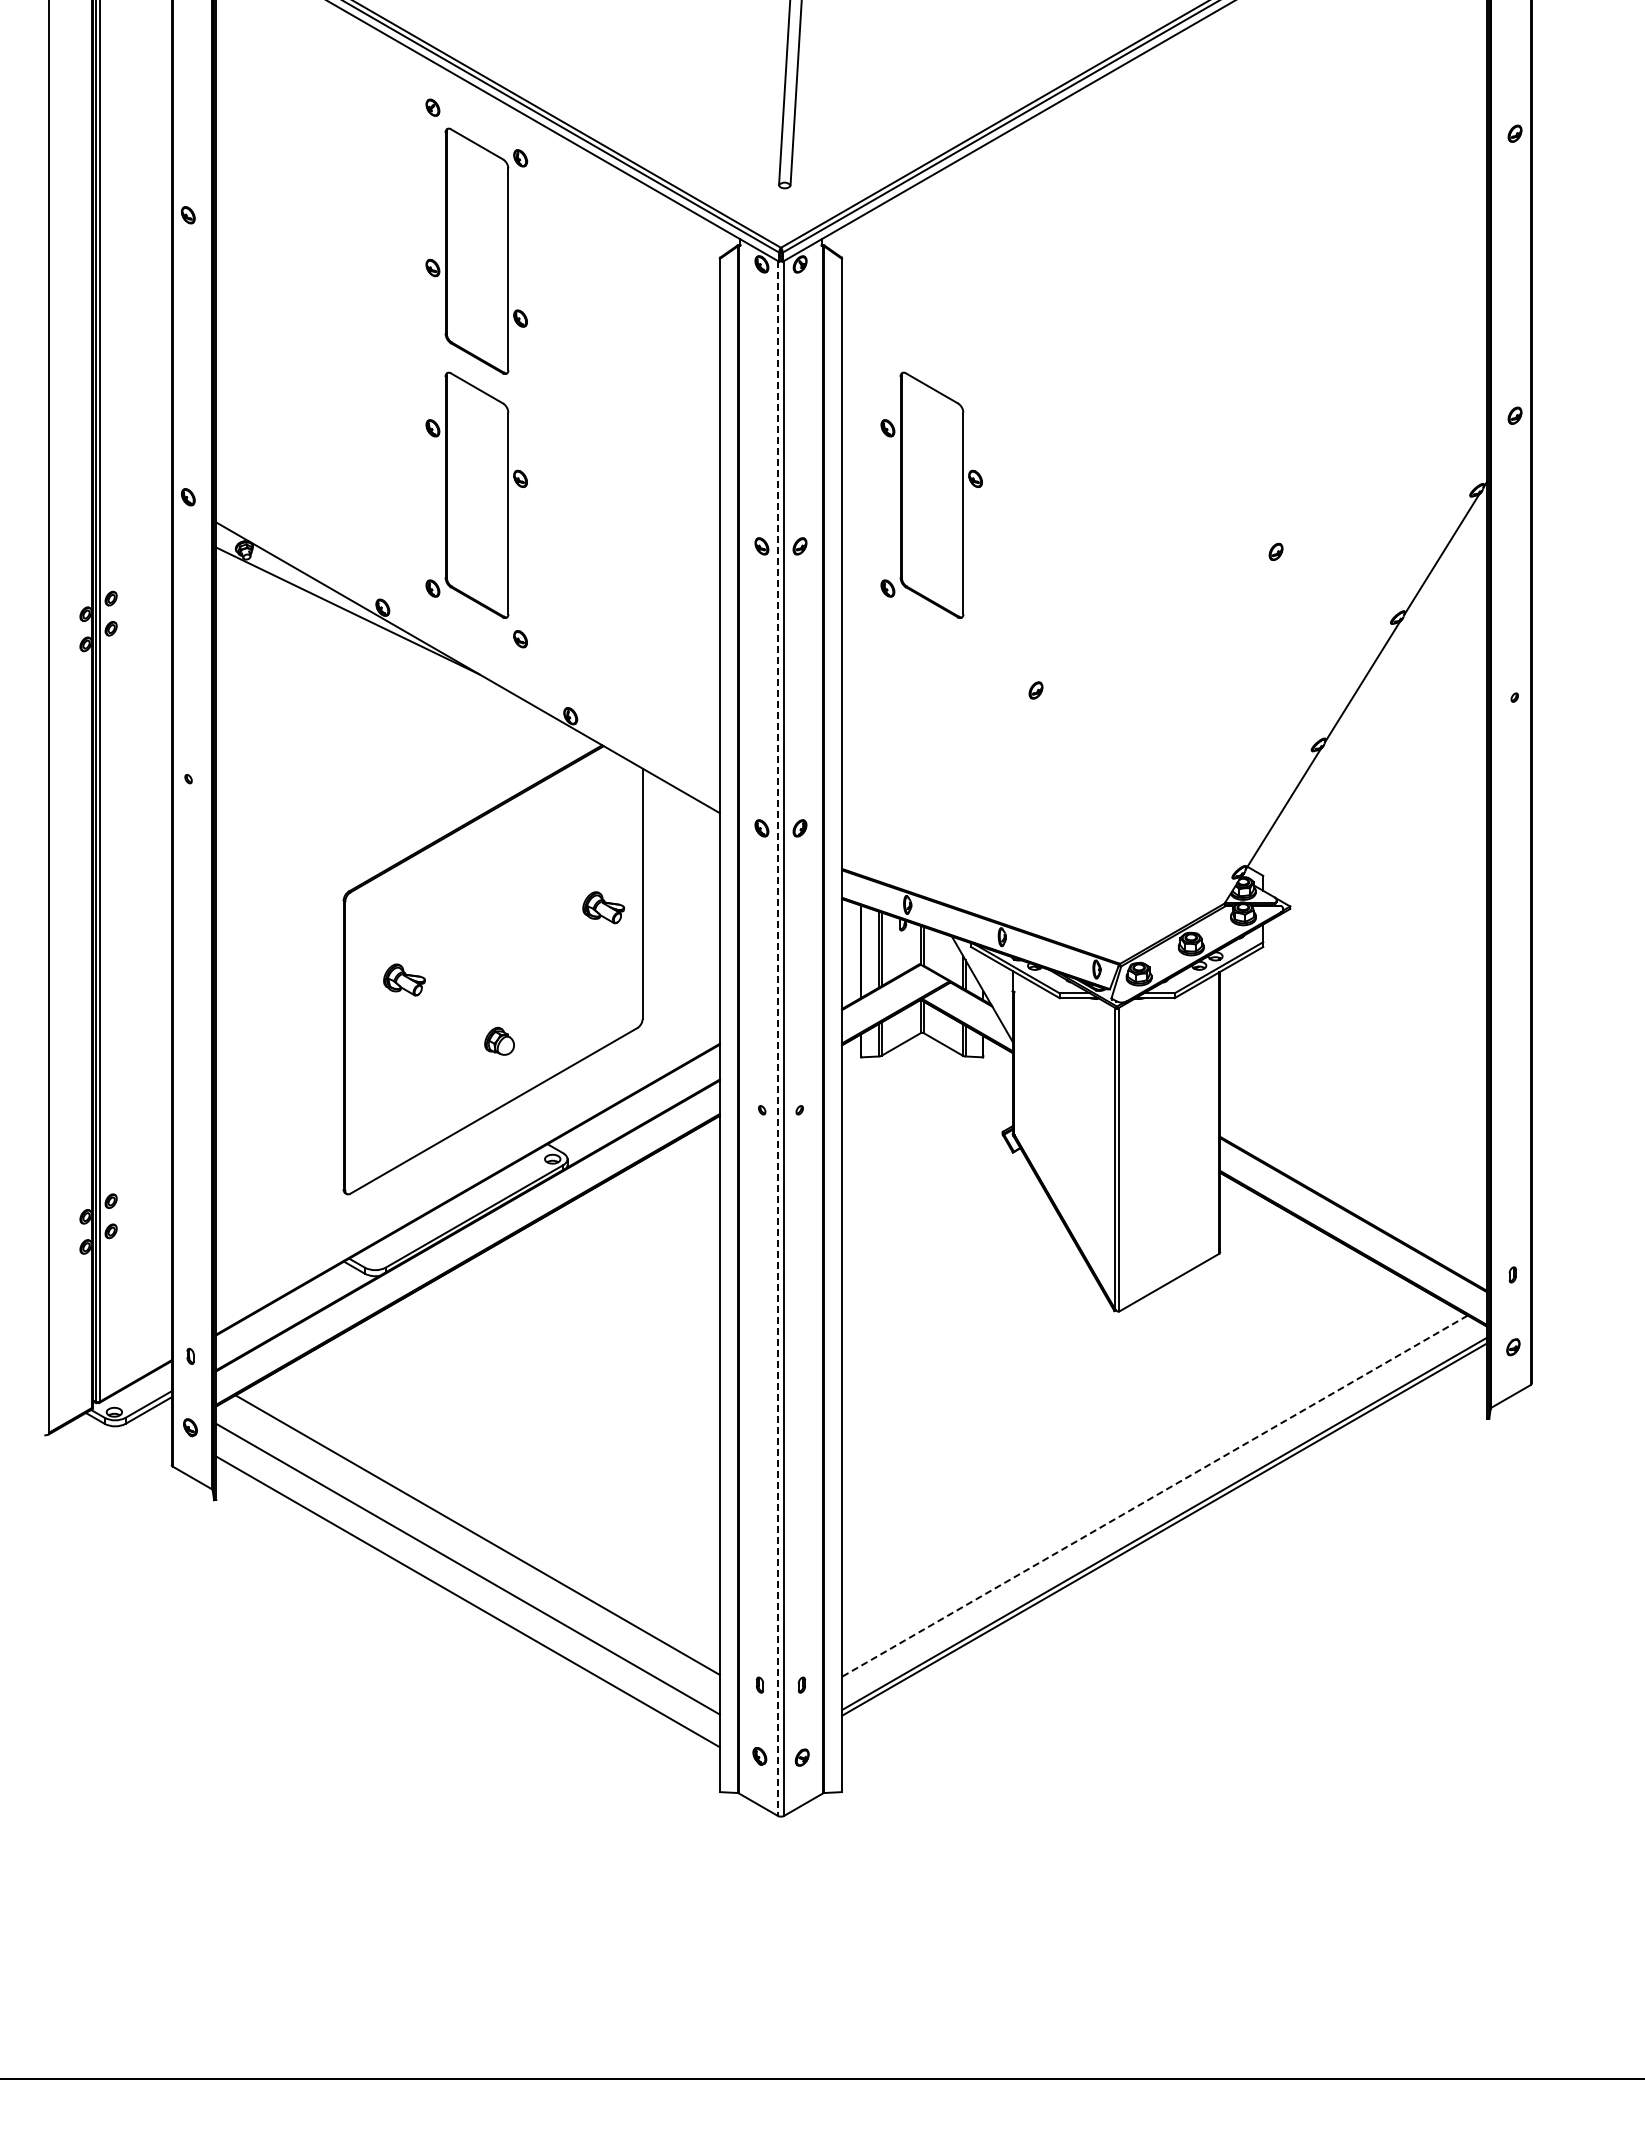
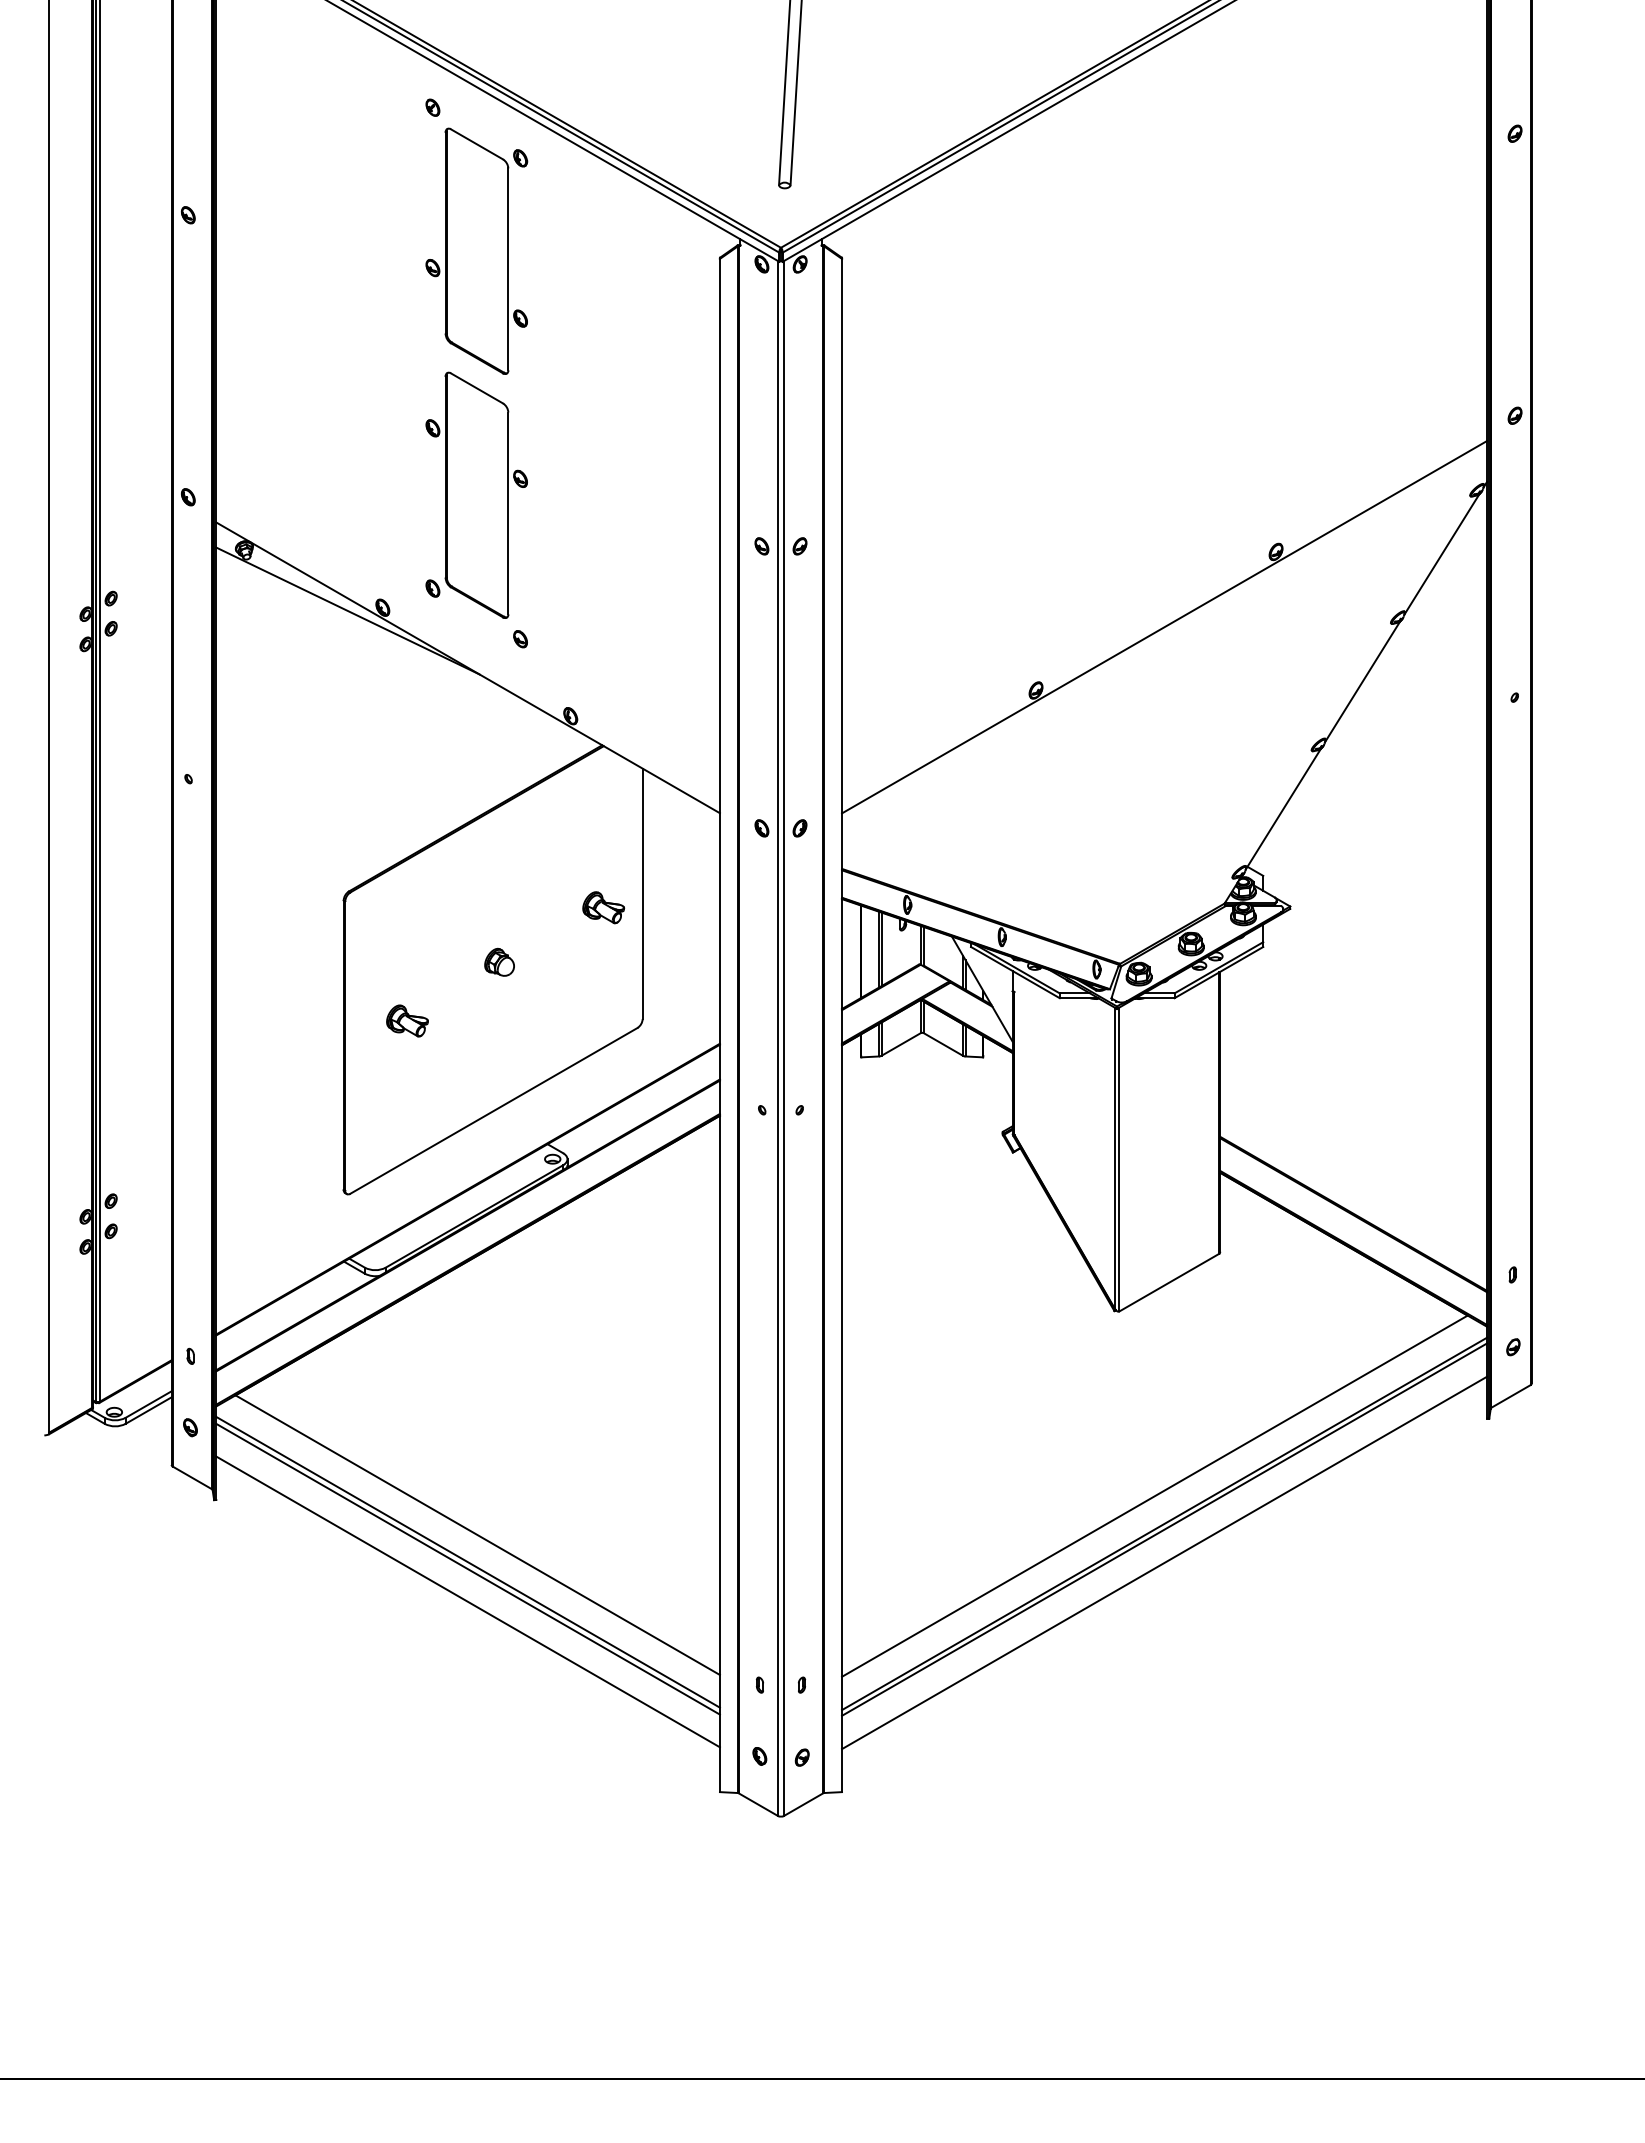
part at (931, 494): present -> none
line at (1164, 627): none -> present
part at (404, 979) position: (404, 979) -> (407, 1020)
line at (777, 1039): dashed -> solid
part at (499, 1040) position: (499, 1040) -> (499, 961)
line at (1154, 1496): dashed -> solid
line at (467, 1561): none -> present
line at (1164, 1562): none -> present
